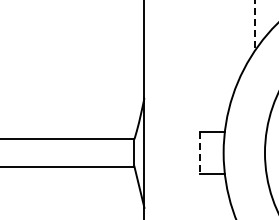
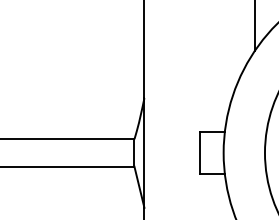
line at (254, 26): dashed -> solid
line at (199, 152): dashed -> solid
